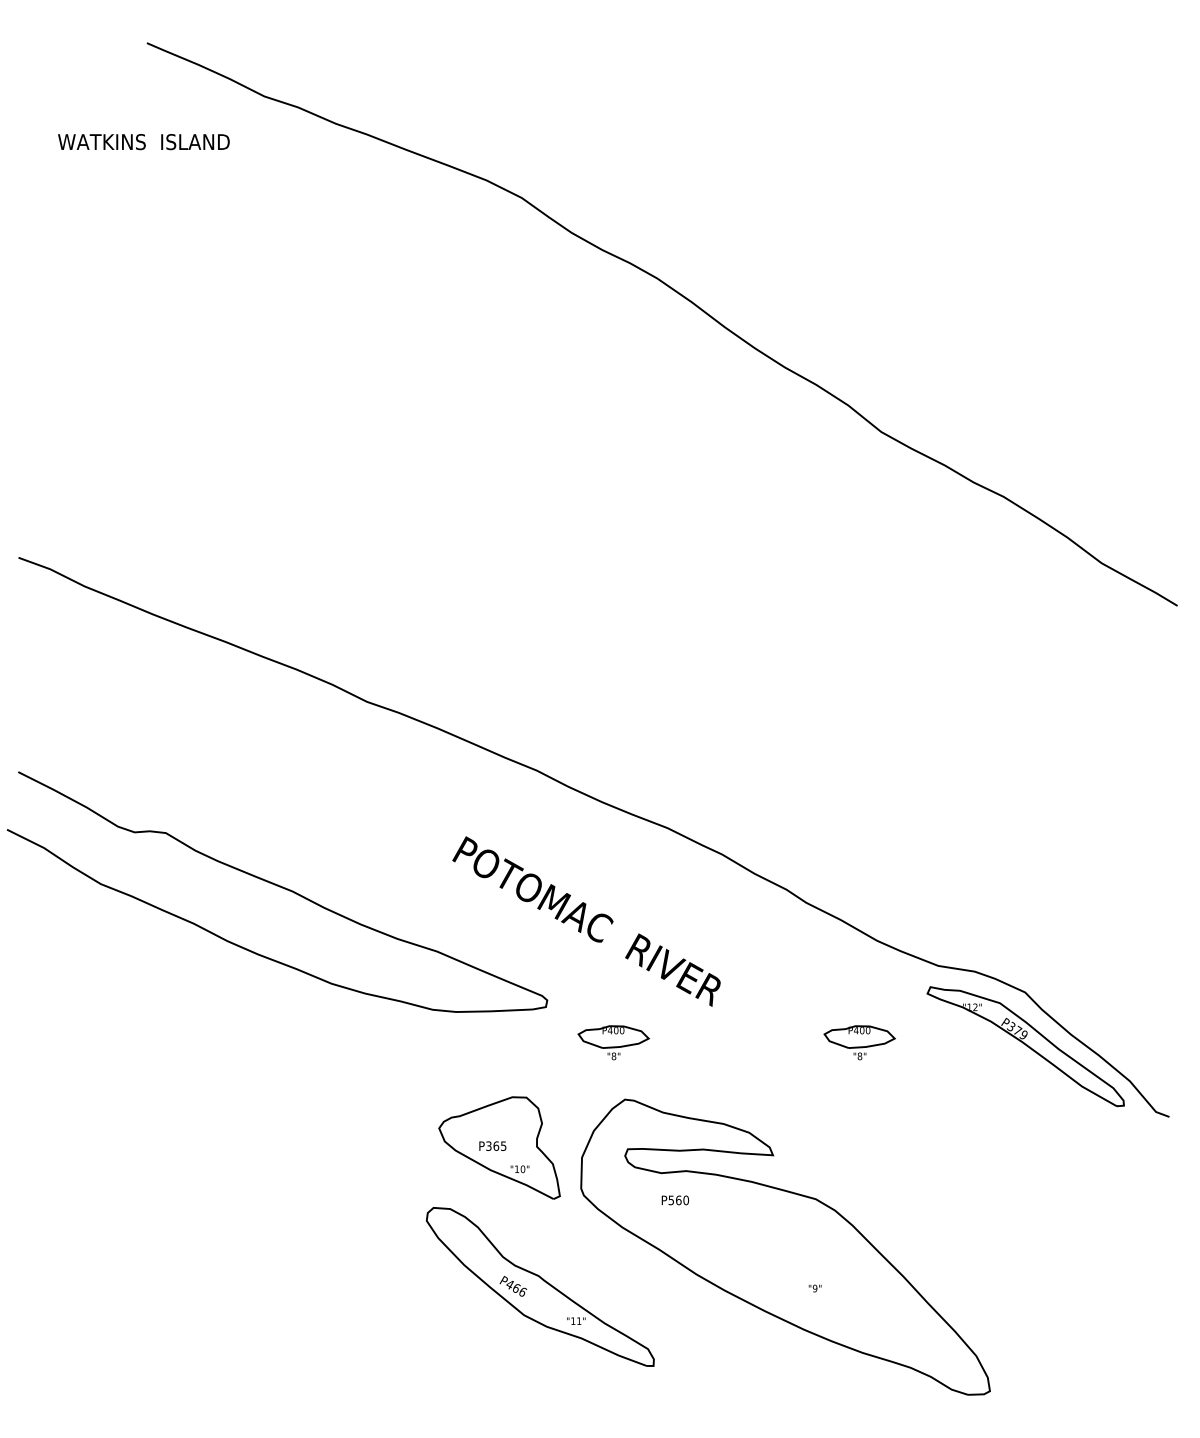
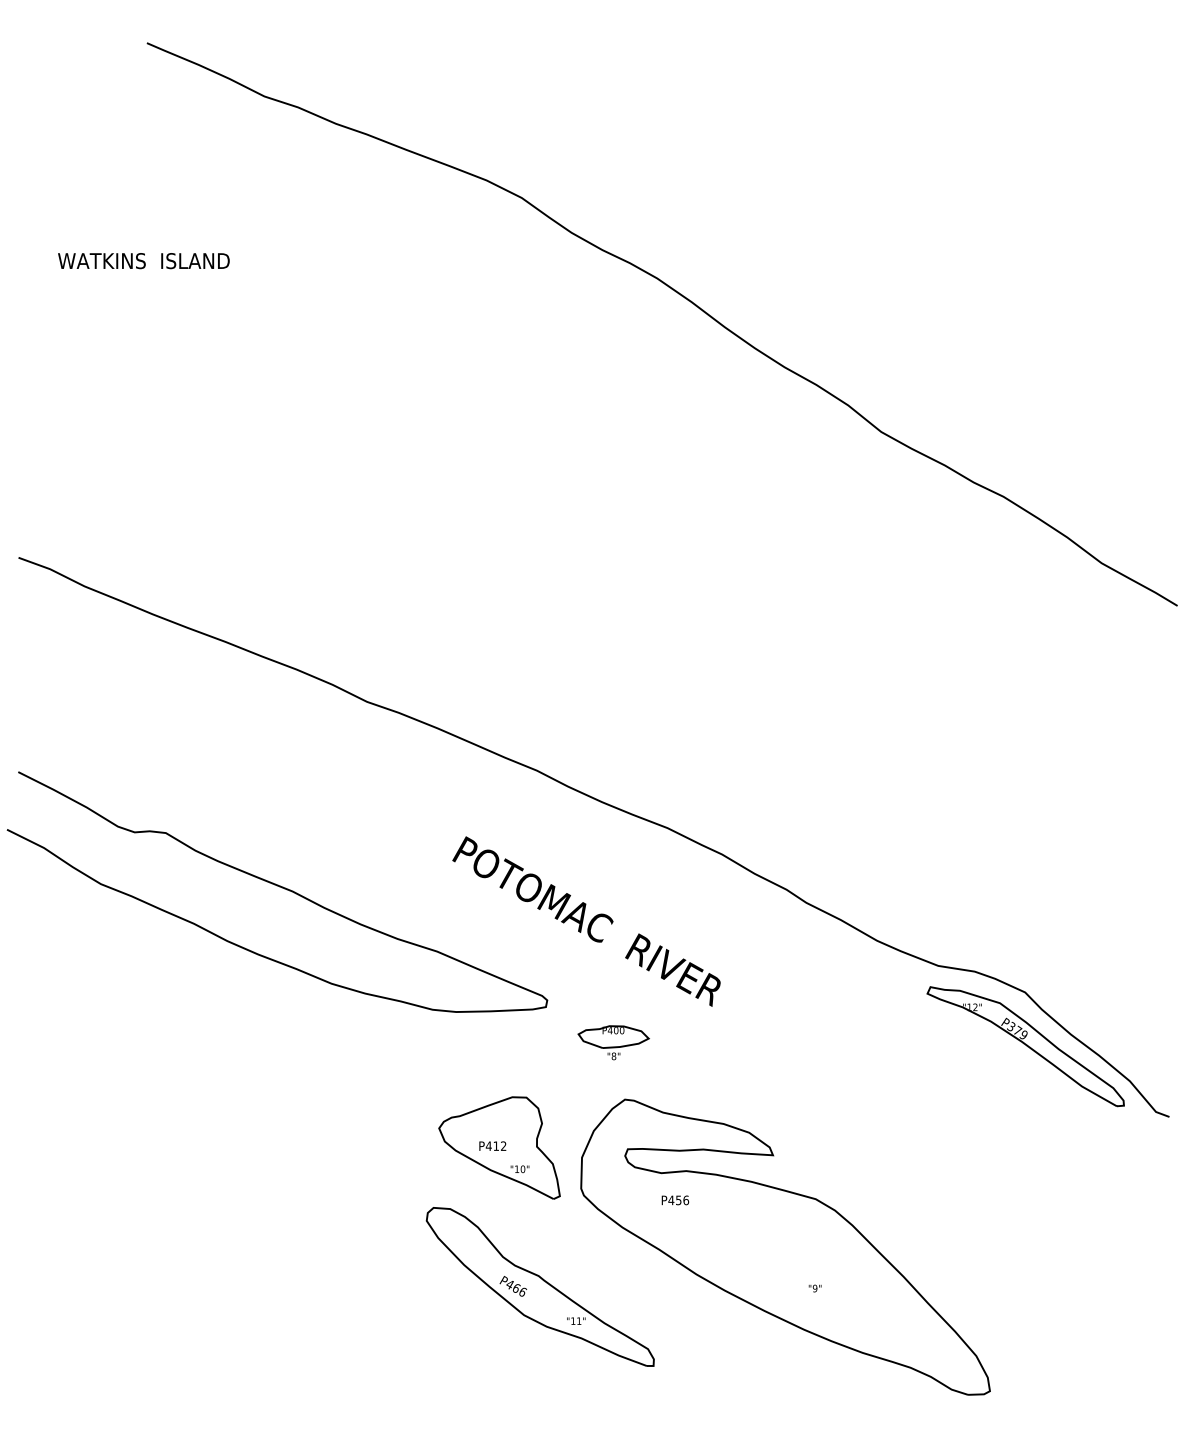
text at (143, 142) position: (143, 142) -> (143, 261)
part at (859, 1042): present -> none
text at (495, 1145): P365 -> P412
text at (678, 1200): P560 -> P456
